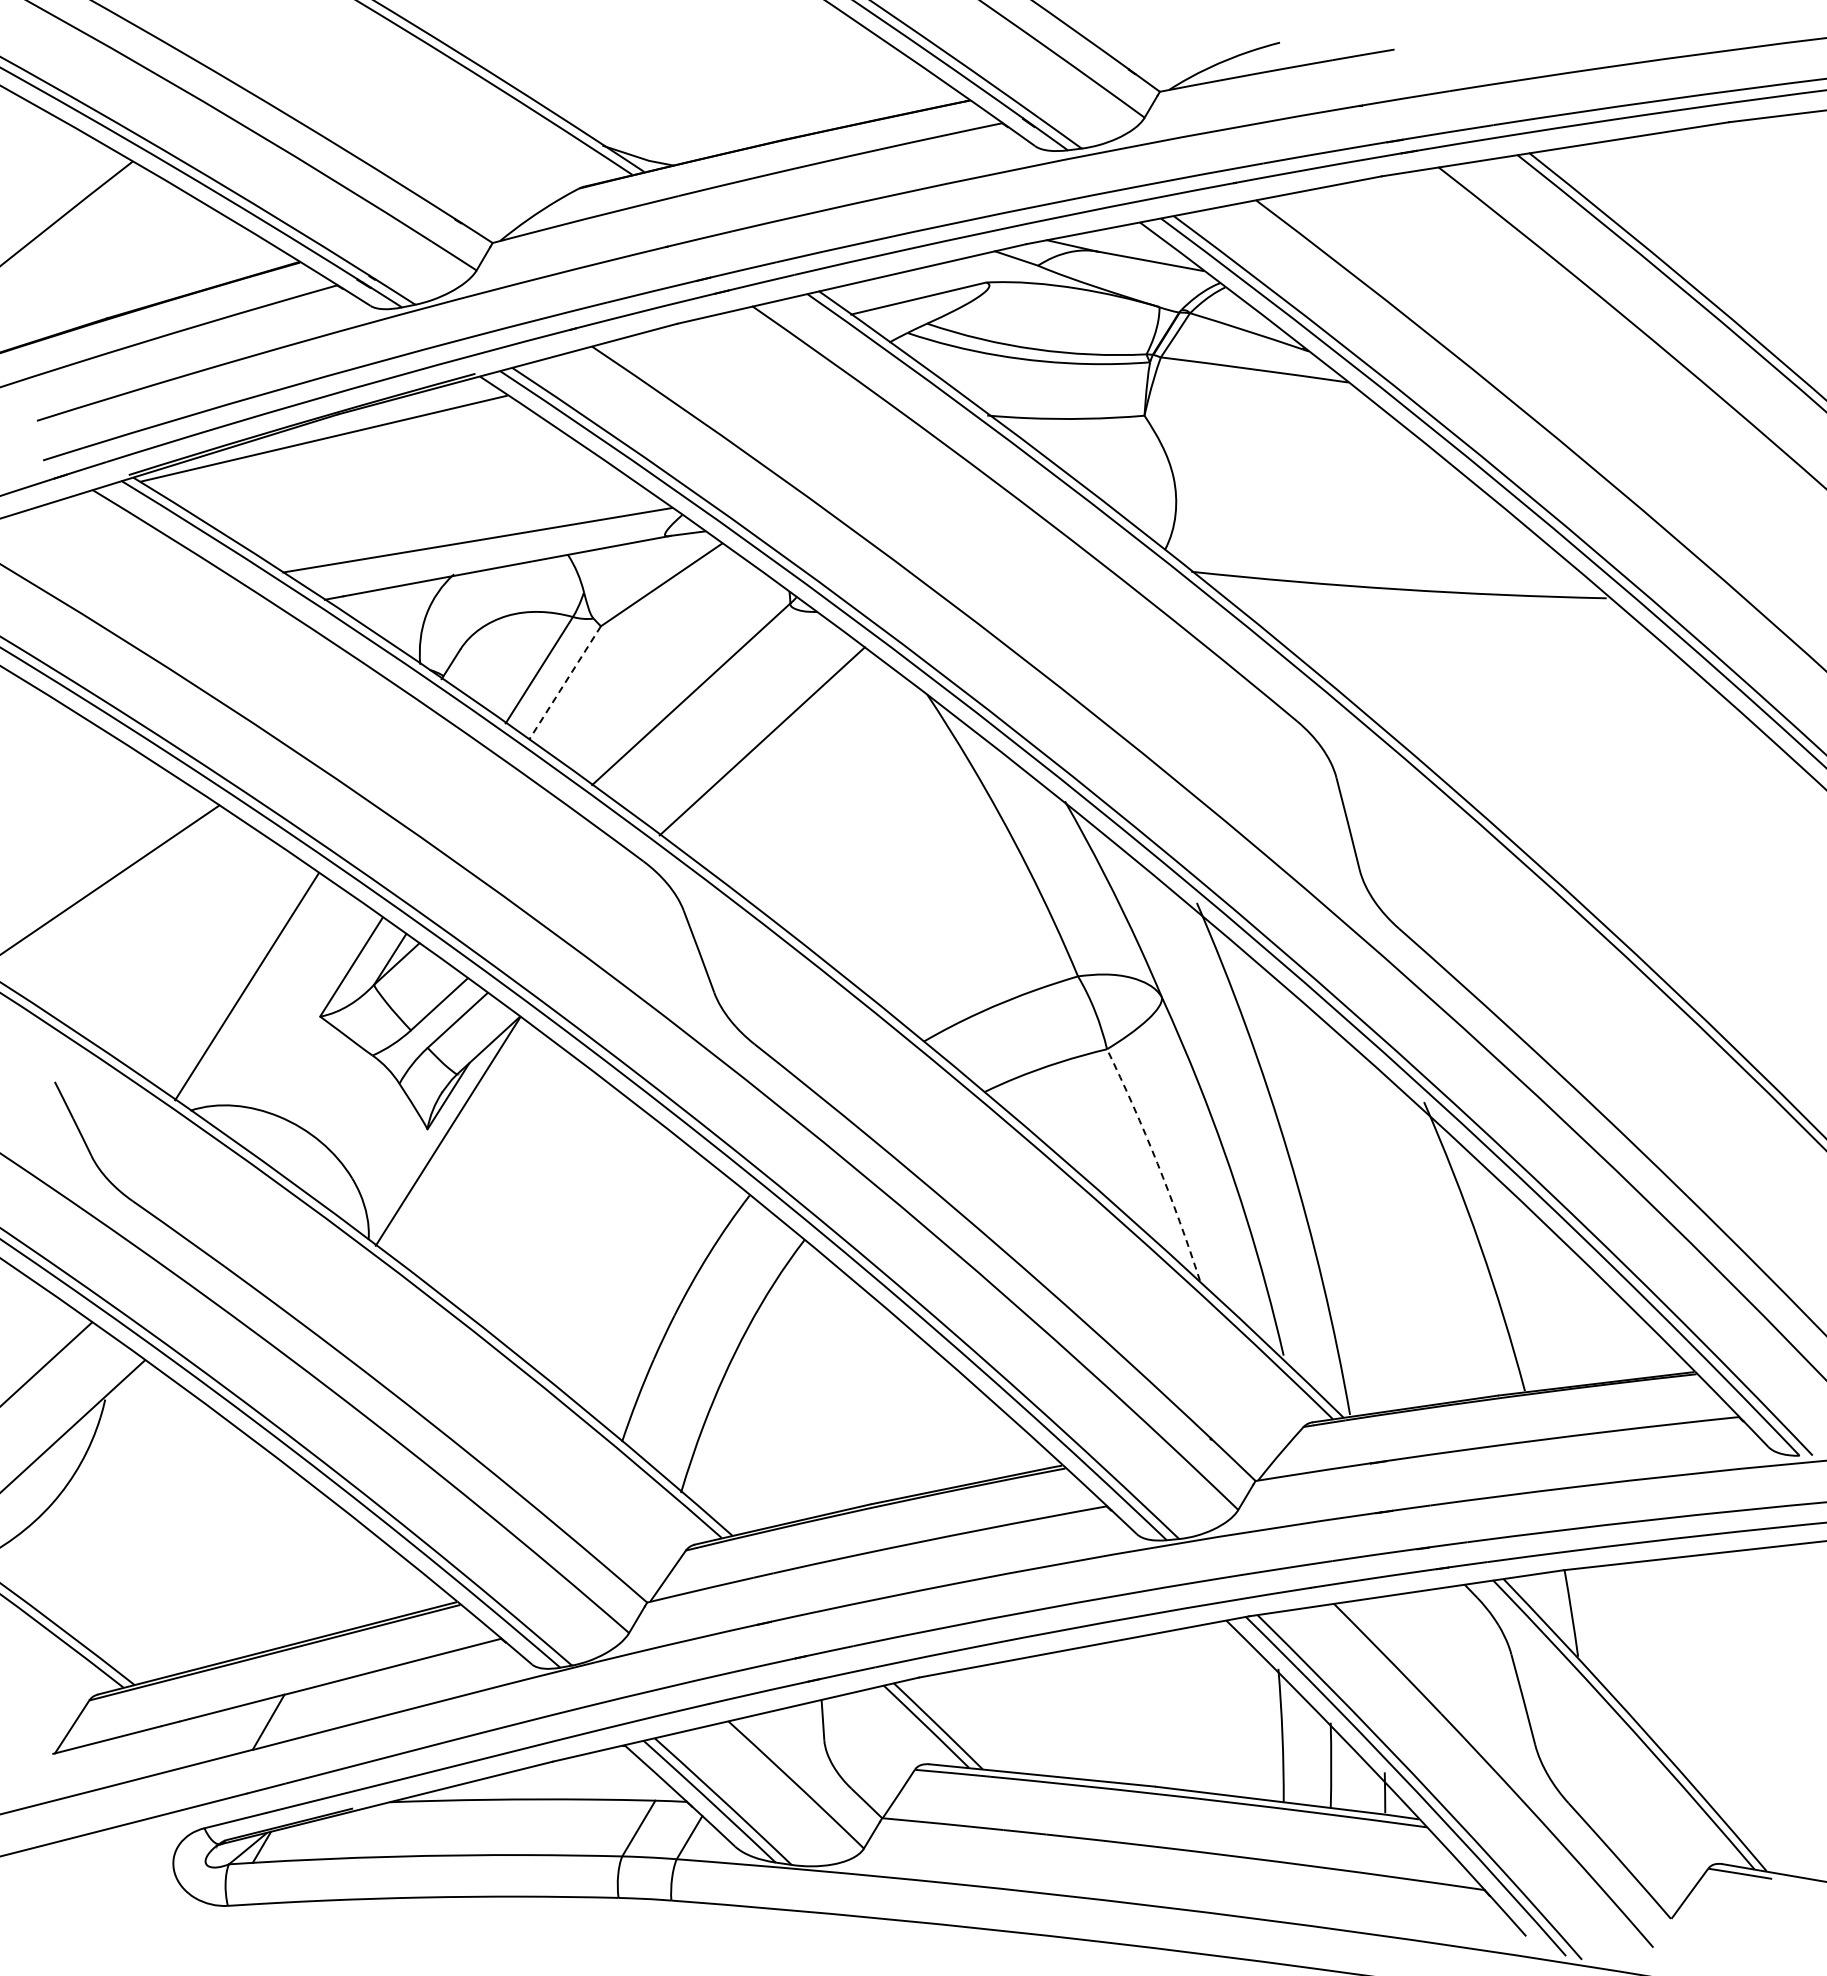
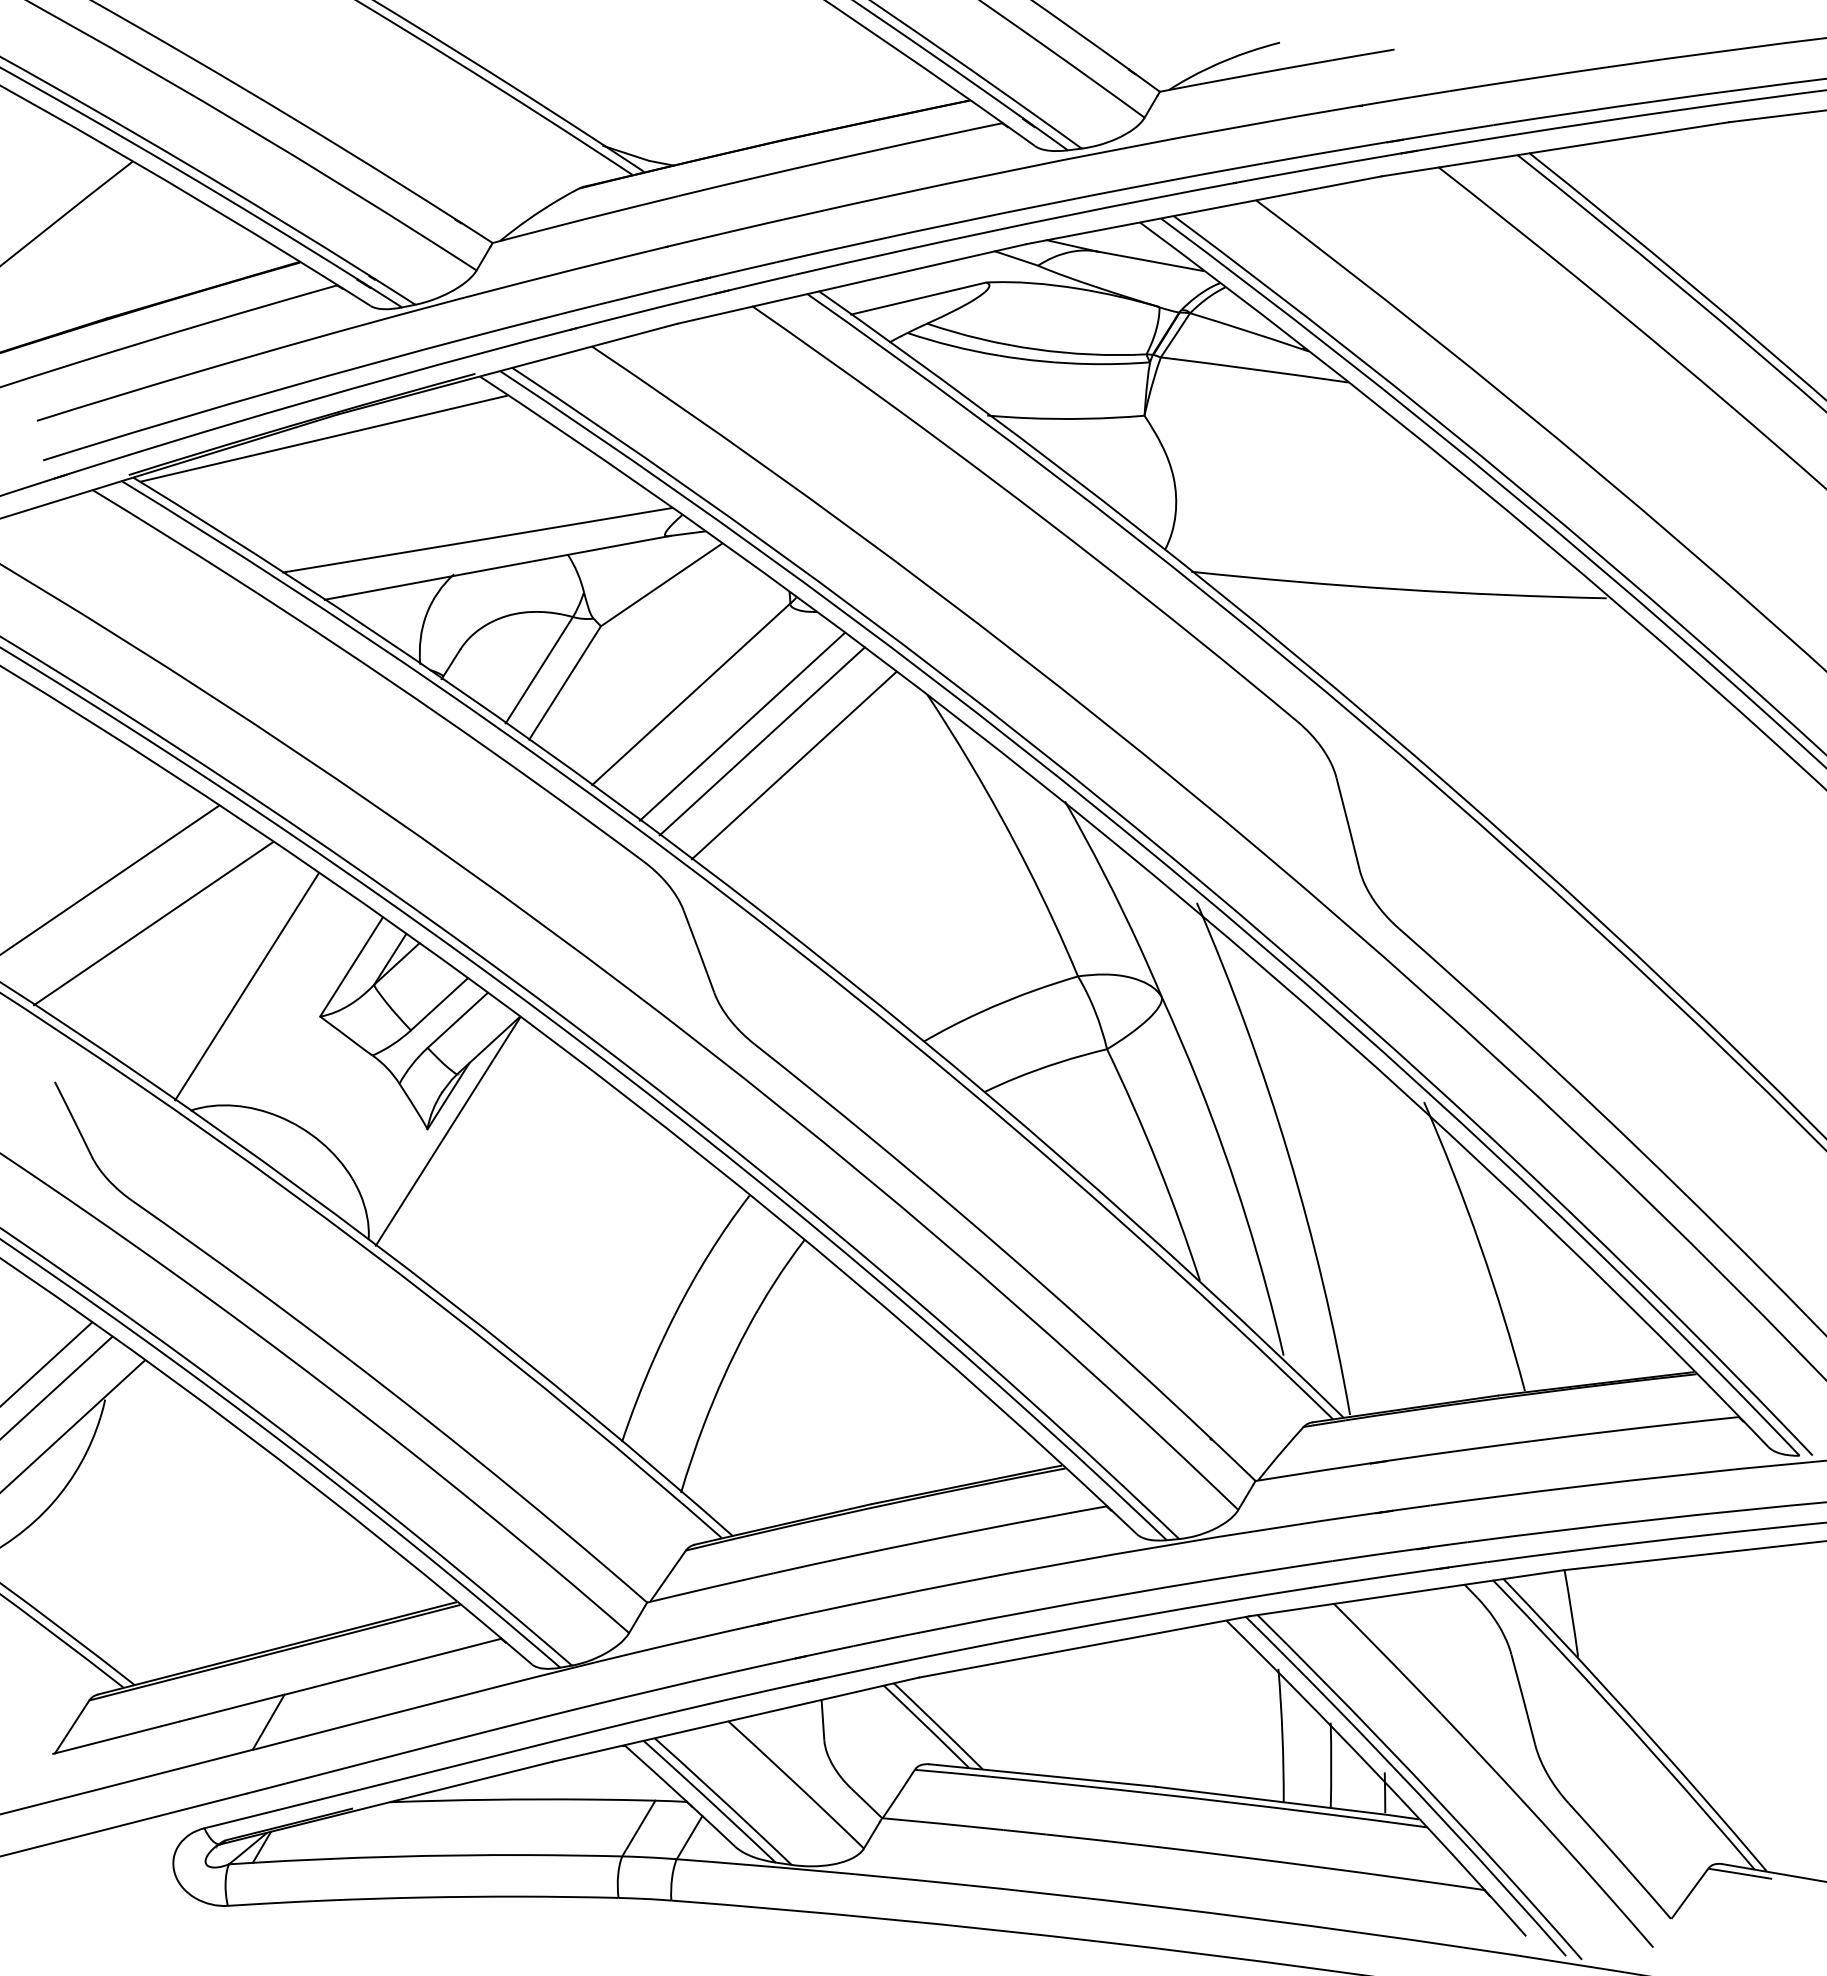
line at (564, 683): dashed -> solid
line at (741, 726): none -> present
line at (793, 765): none -> present
line at (153, 923): none -> present
arc at (1157, 1163): dashed -> solid
line at (57, 1386): none -> present
